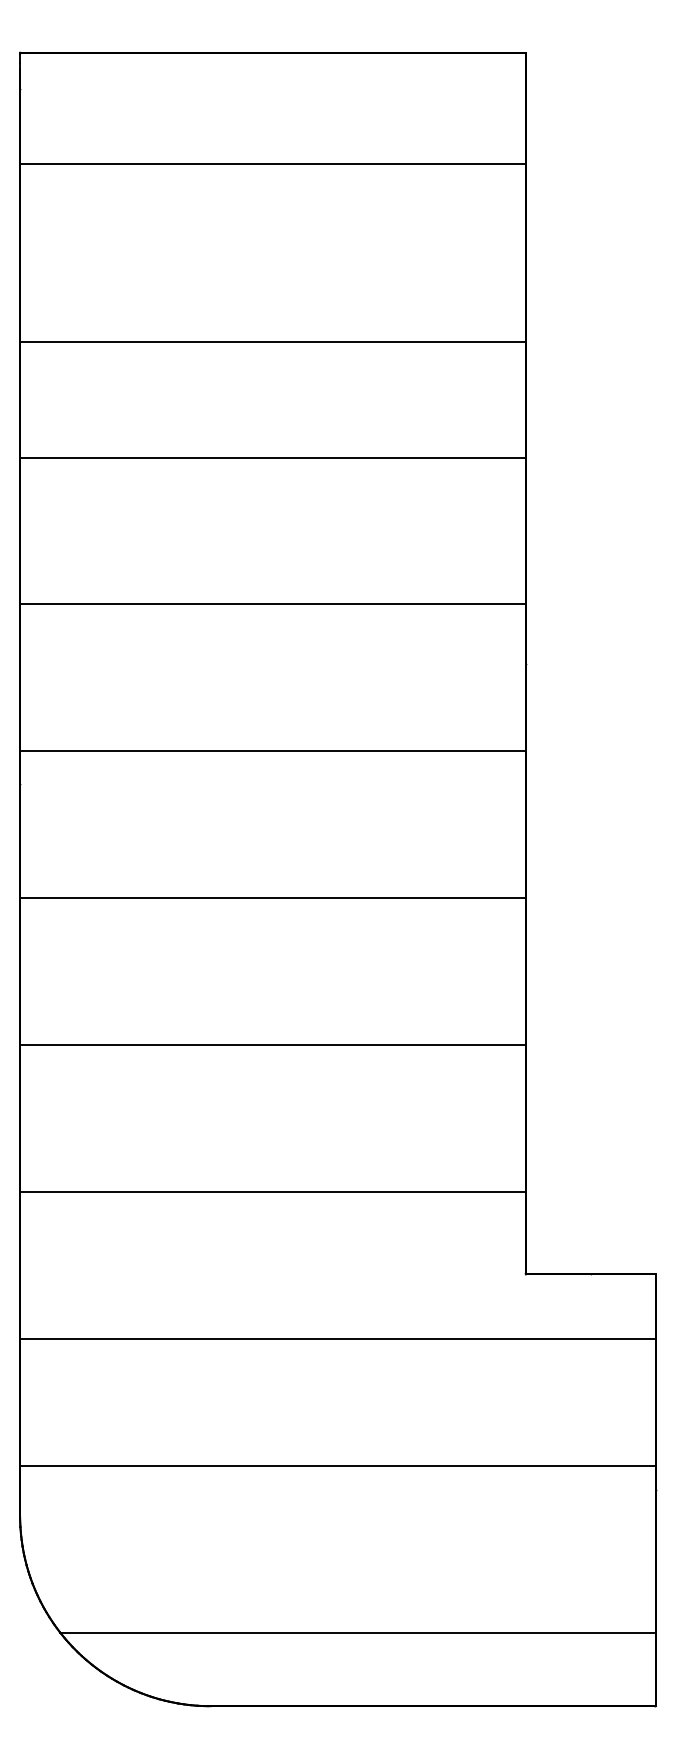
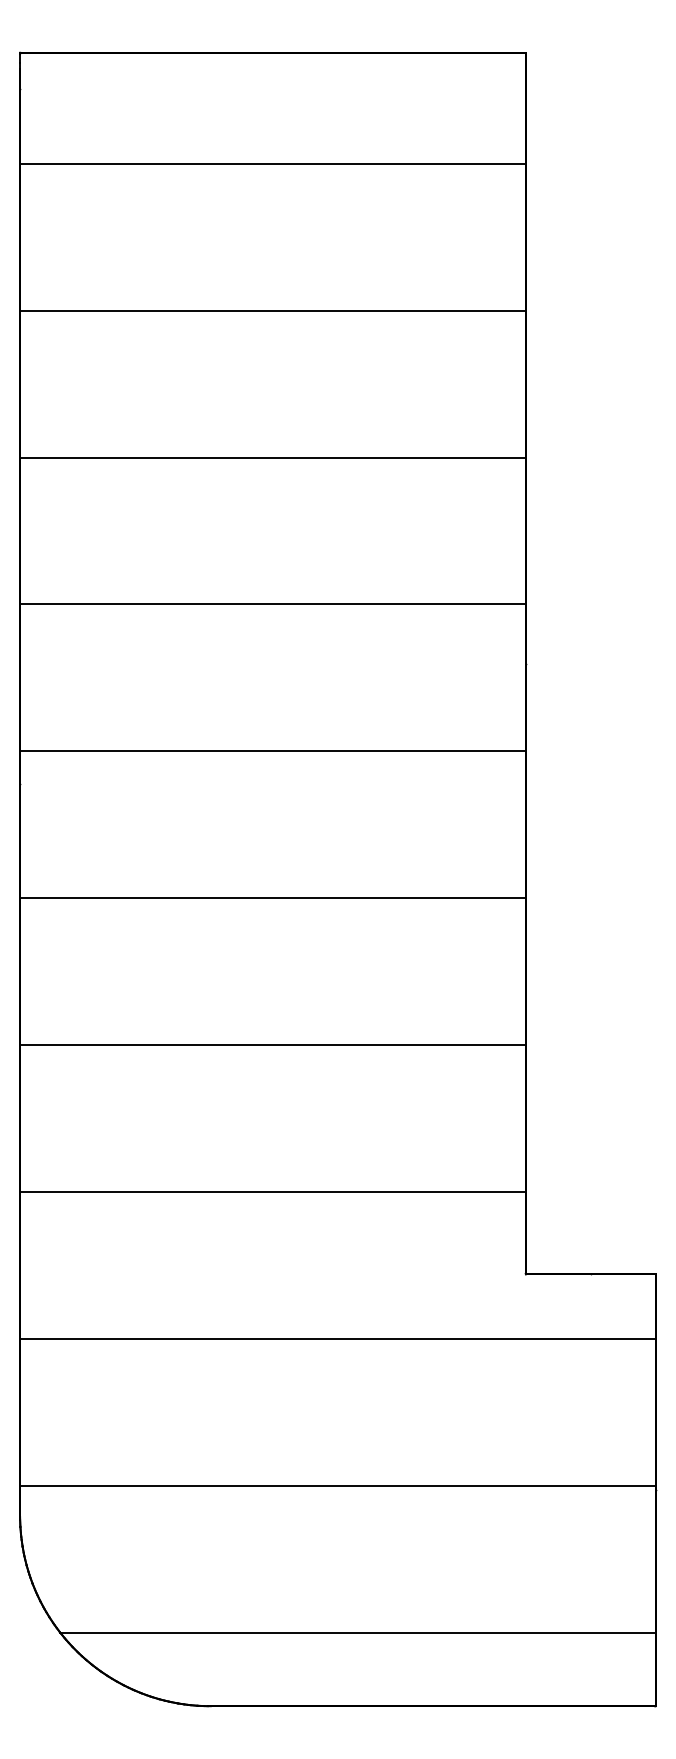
line at (272, 341) position: (272, 341) -> (272, 310)
line at (337, 1465) position: (337, 1465) -> (337, 1485)
